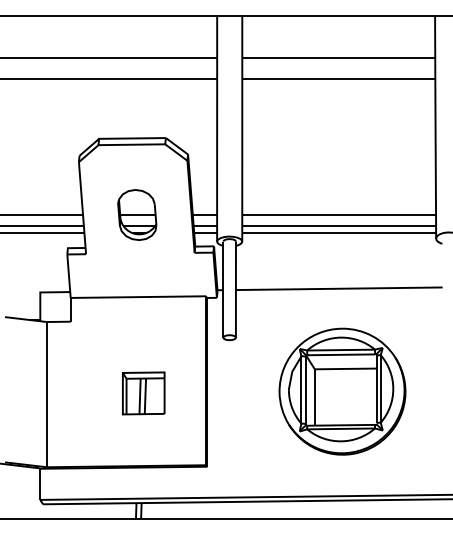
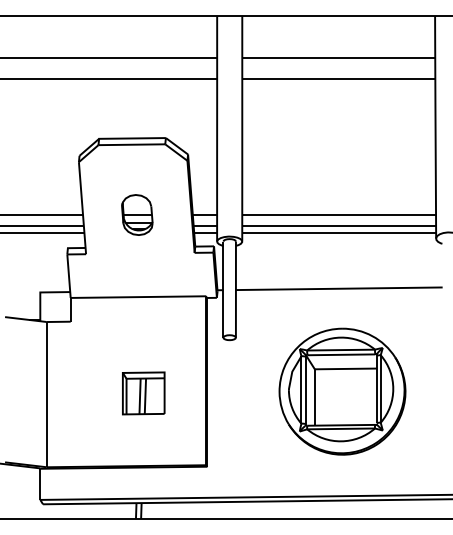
part at (137, 214) size: 41x52 px -> 33x42 px
